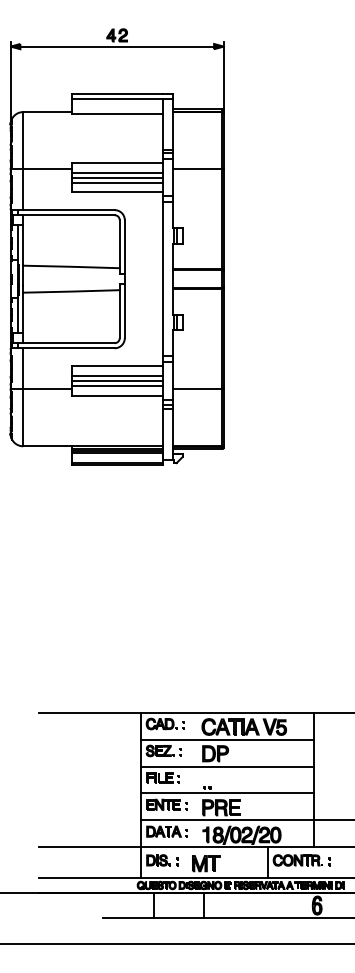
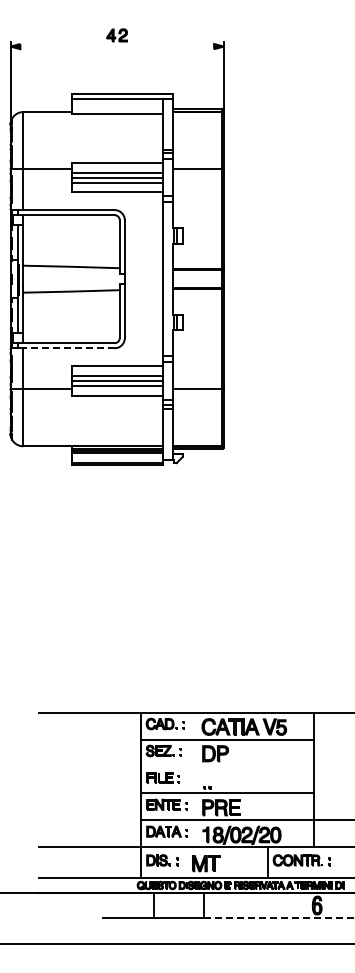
line at (117, 46): present -> none
line at (68, 348): solid -> dashed
line at (226, 766): present -> none
line at (279, 918): solid -> dashed
